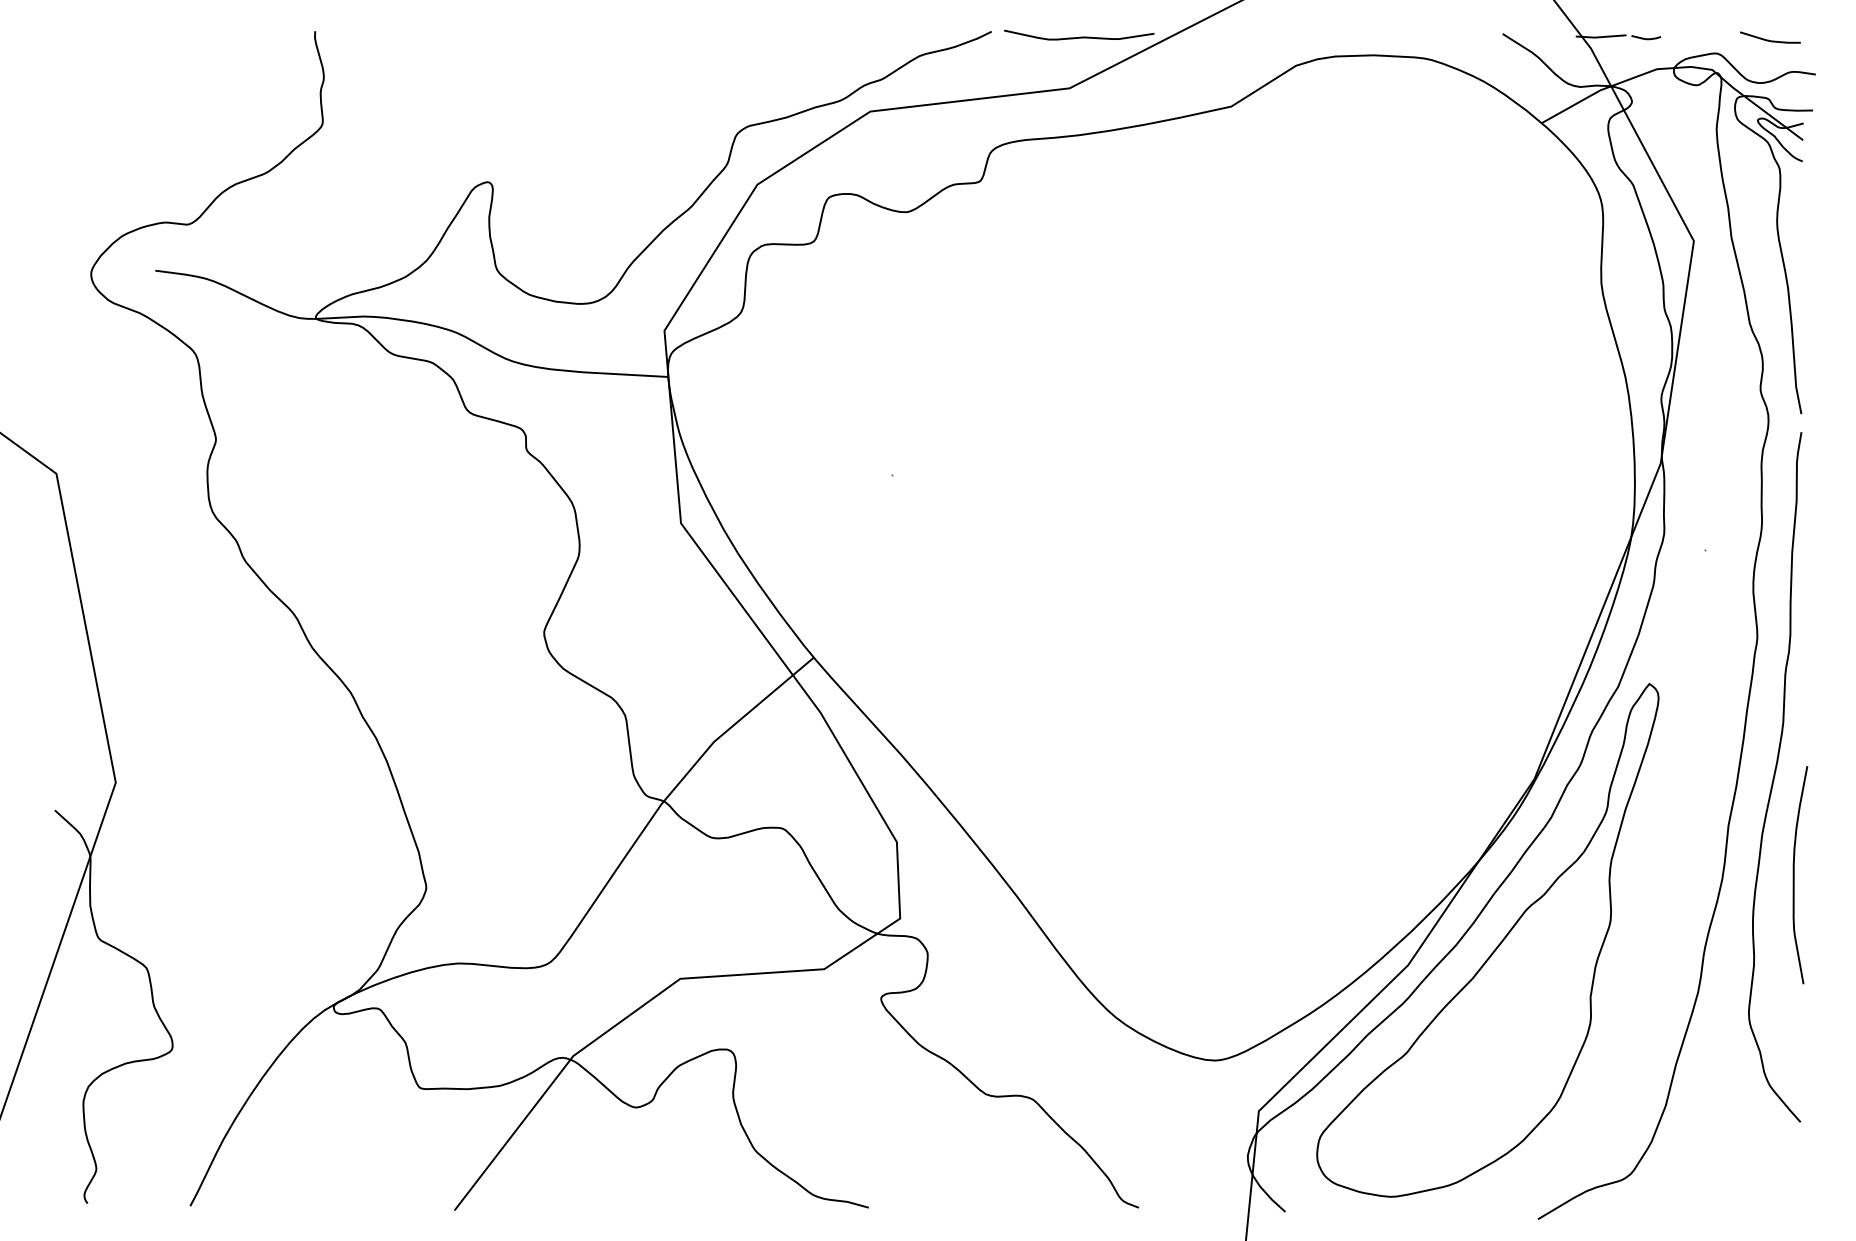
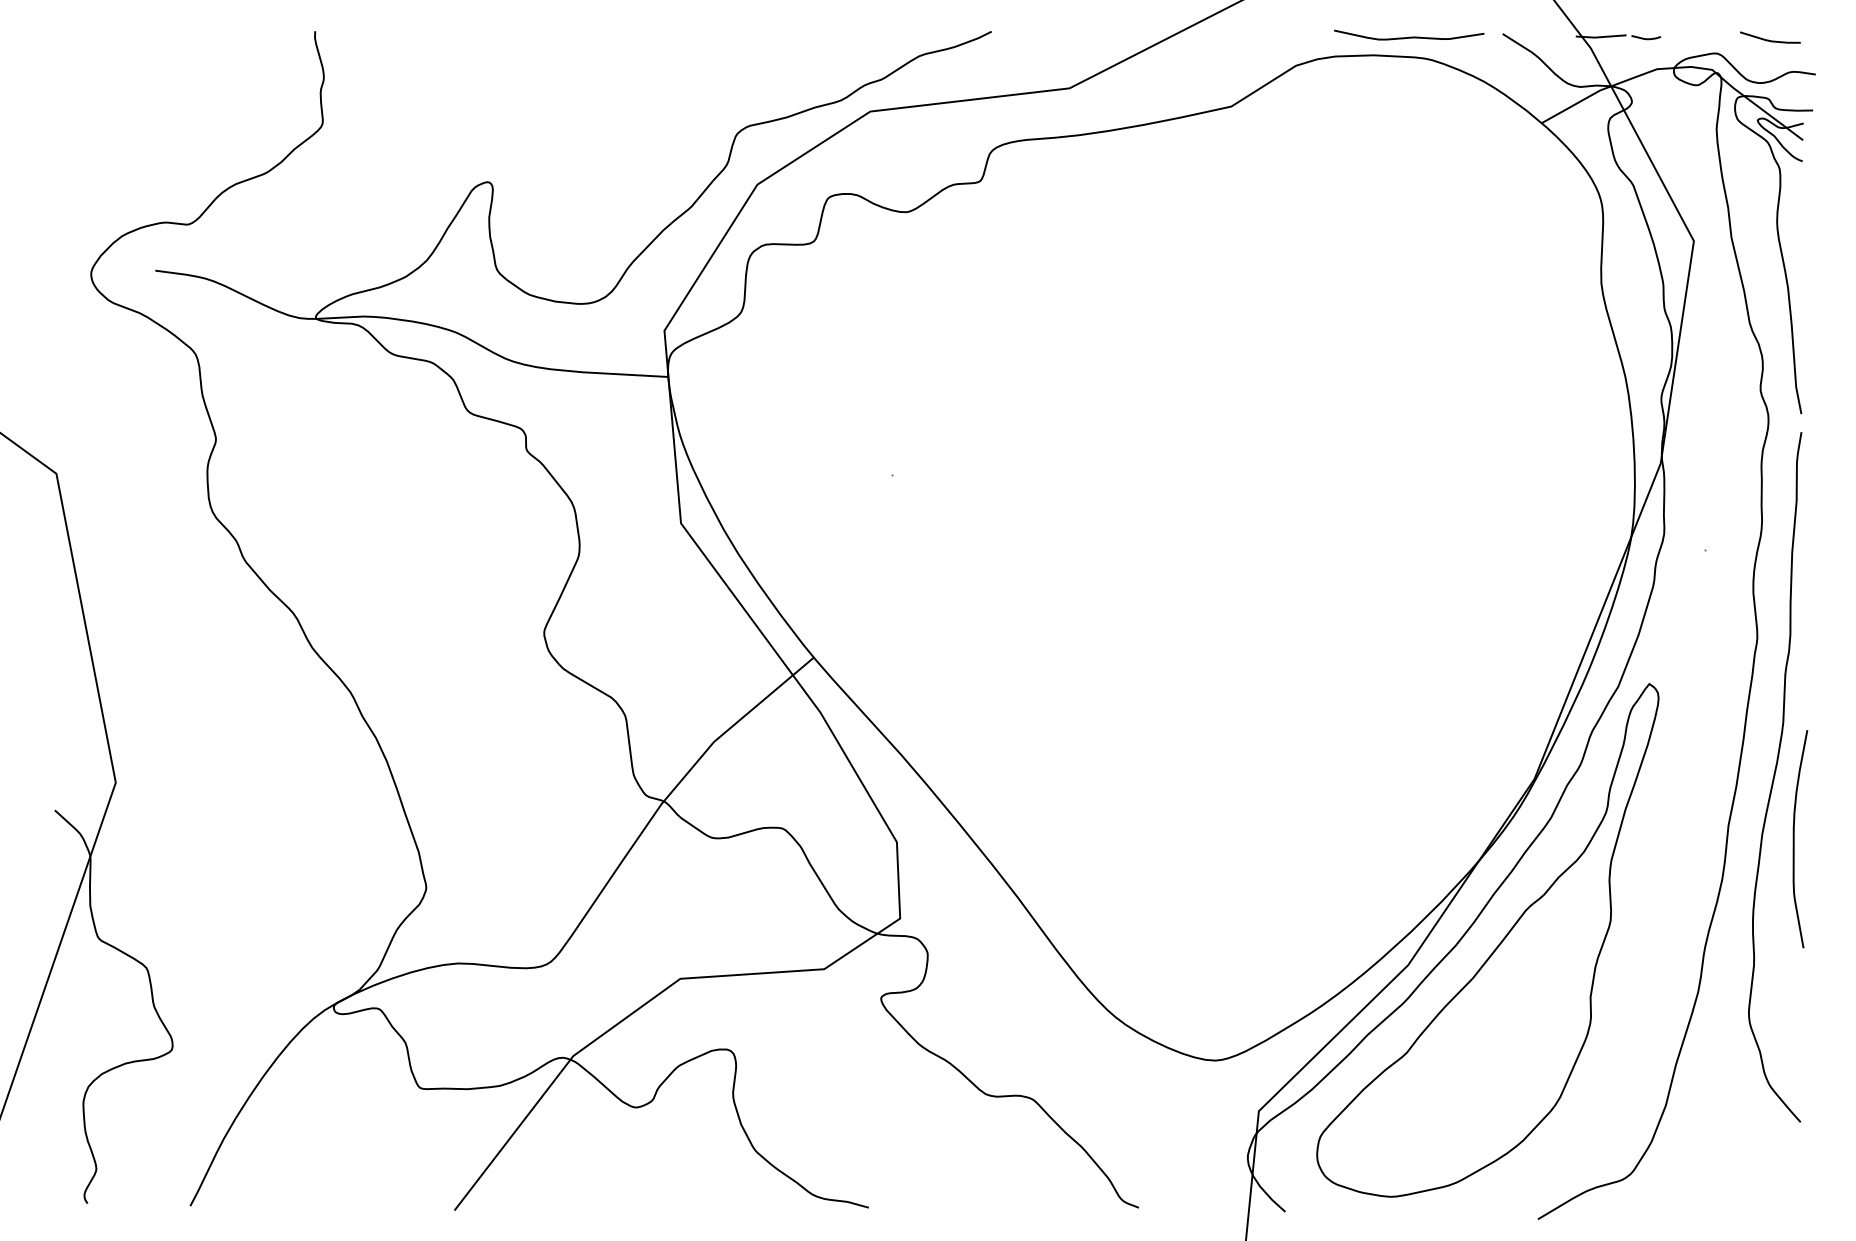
curve at (1079, 36) position: (1079, 36) -> (1409, 36)
curve at (1794, 875) position: (1794, 875) -> (1794, 839)
